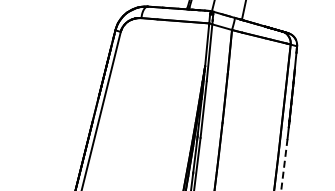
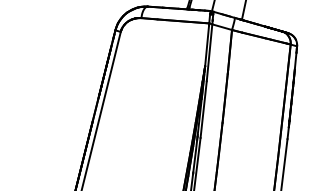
line at (284, 164): dashed -> solid
